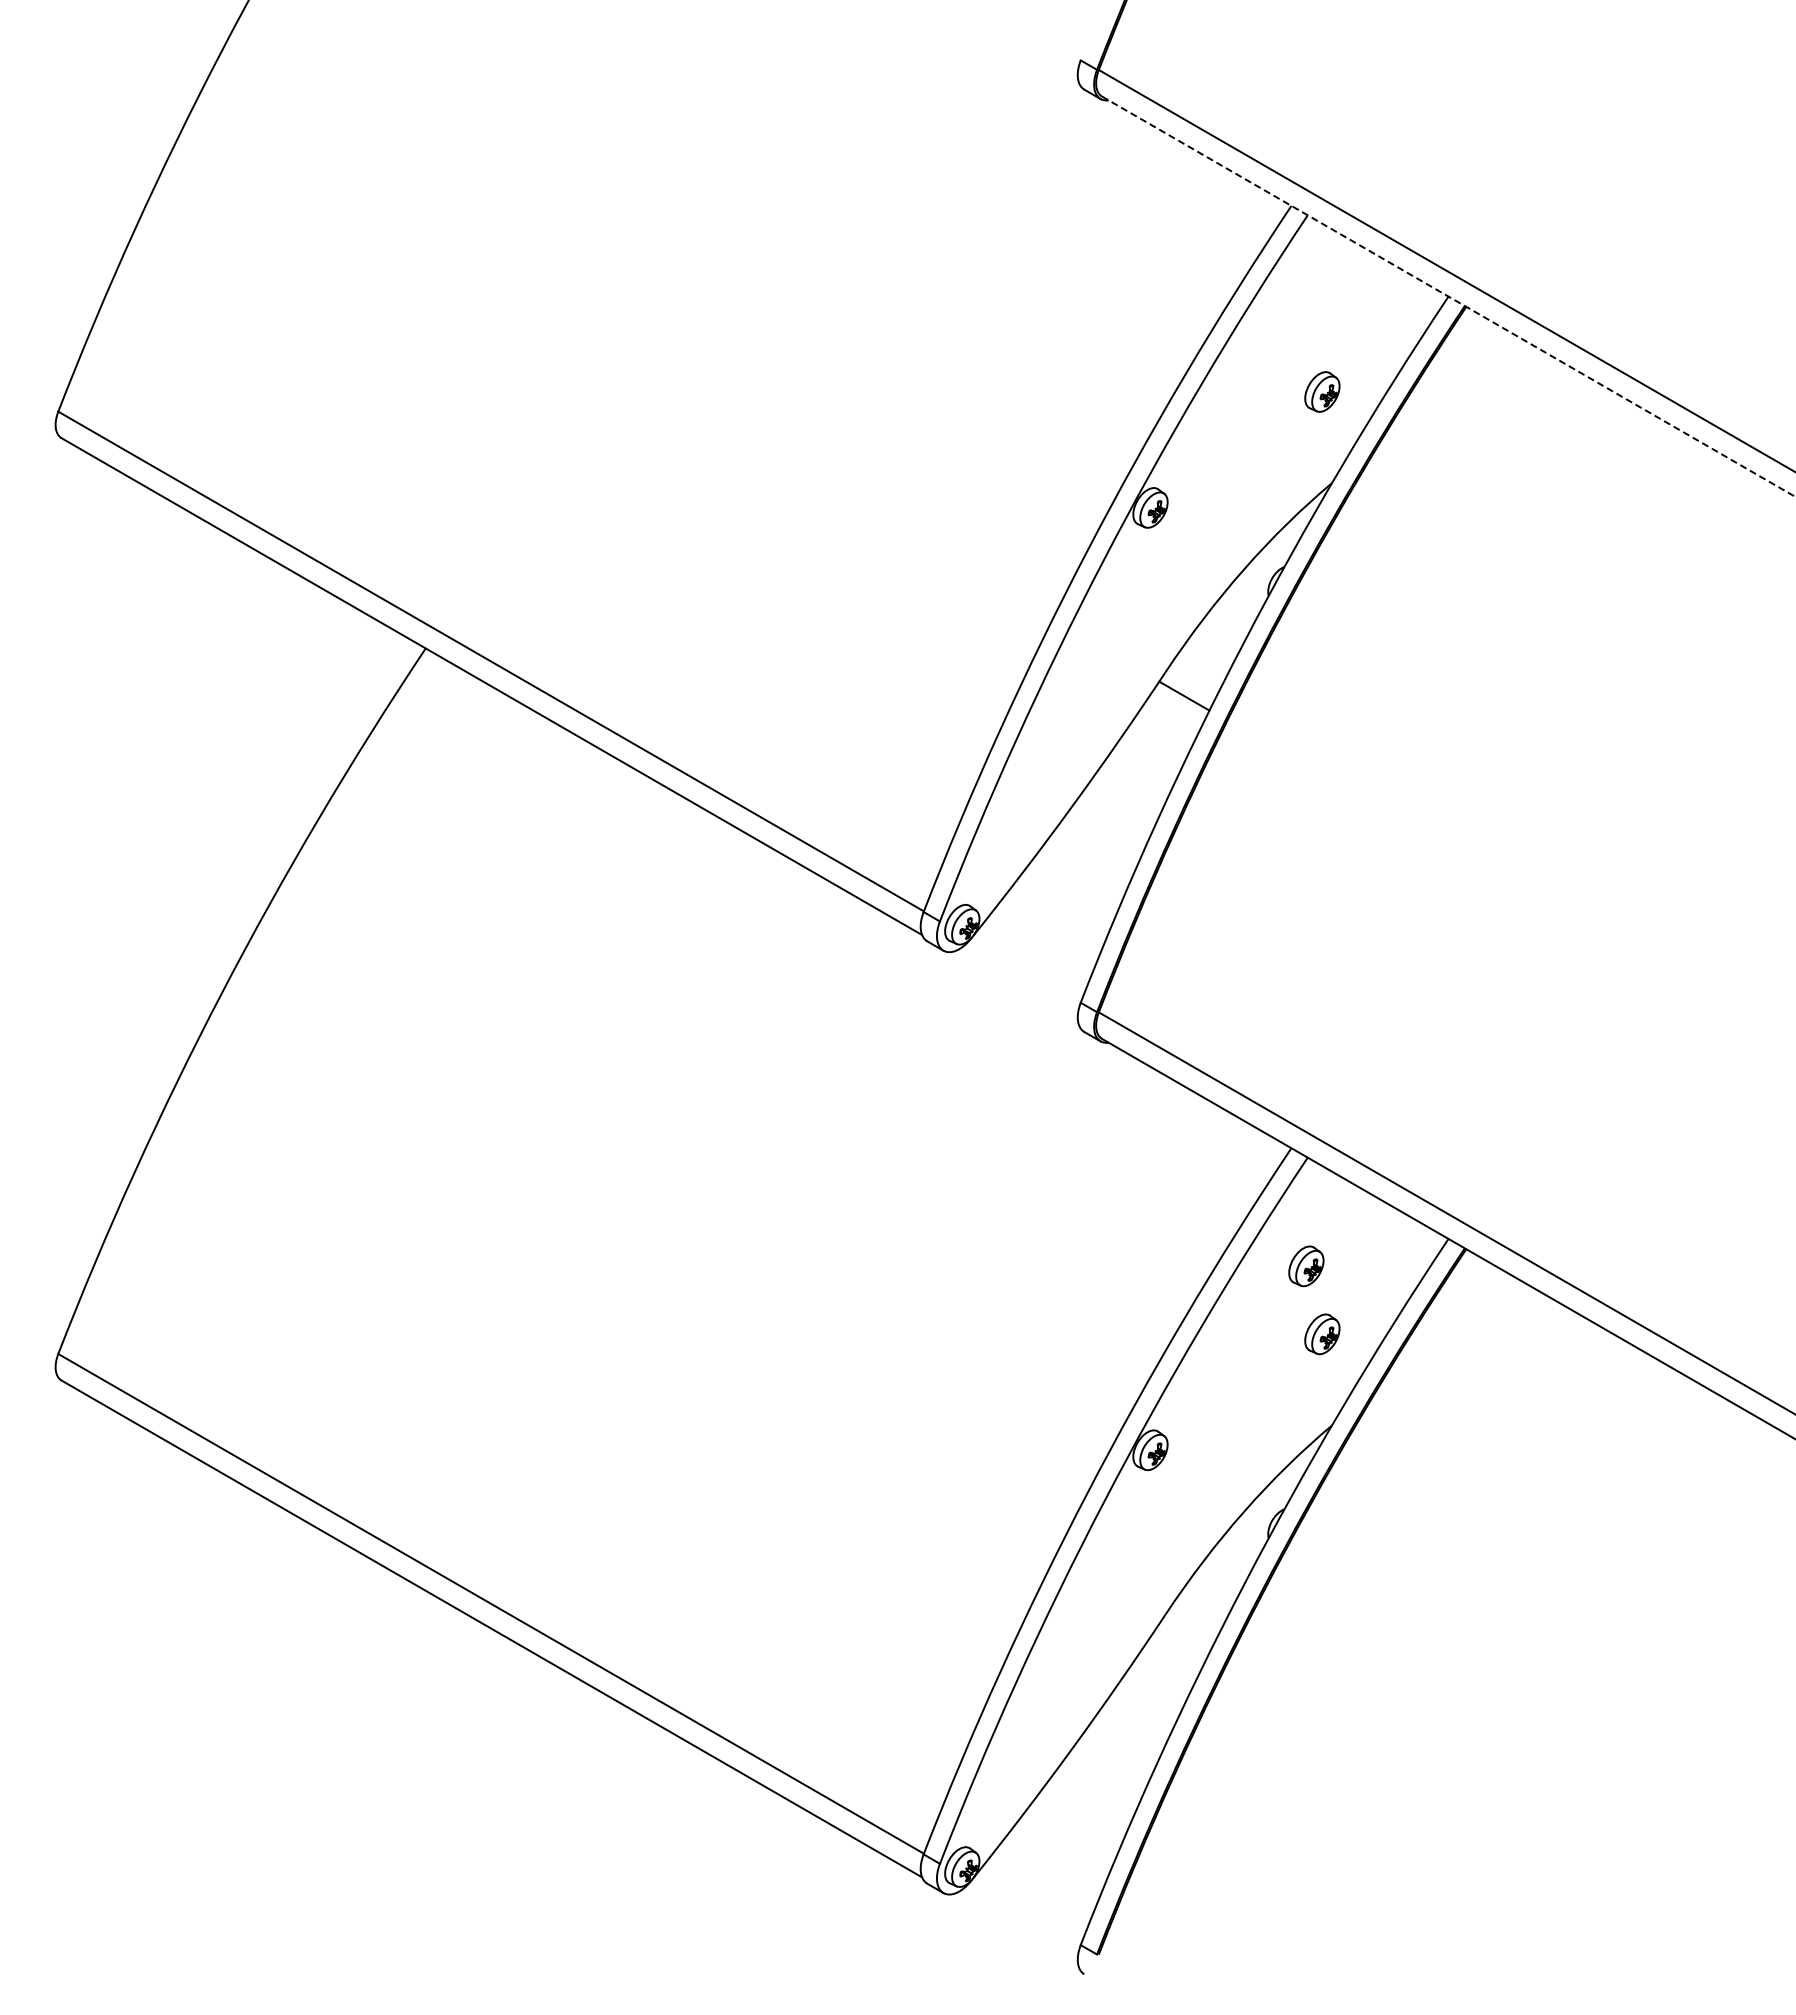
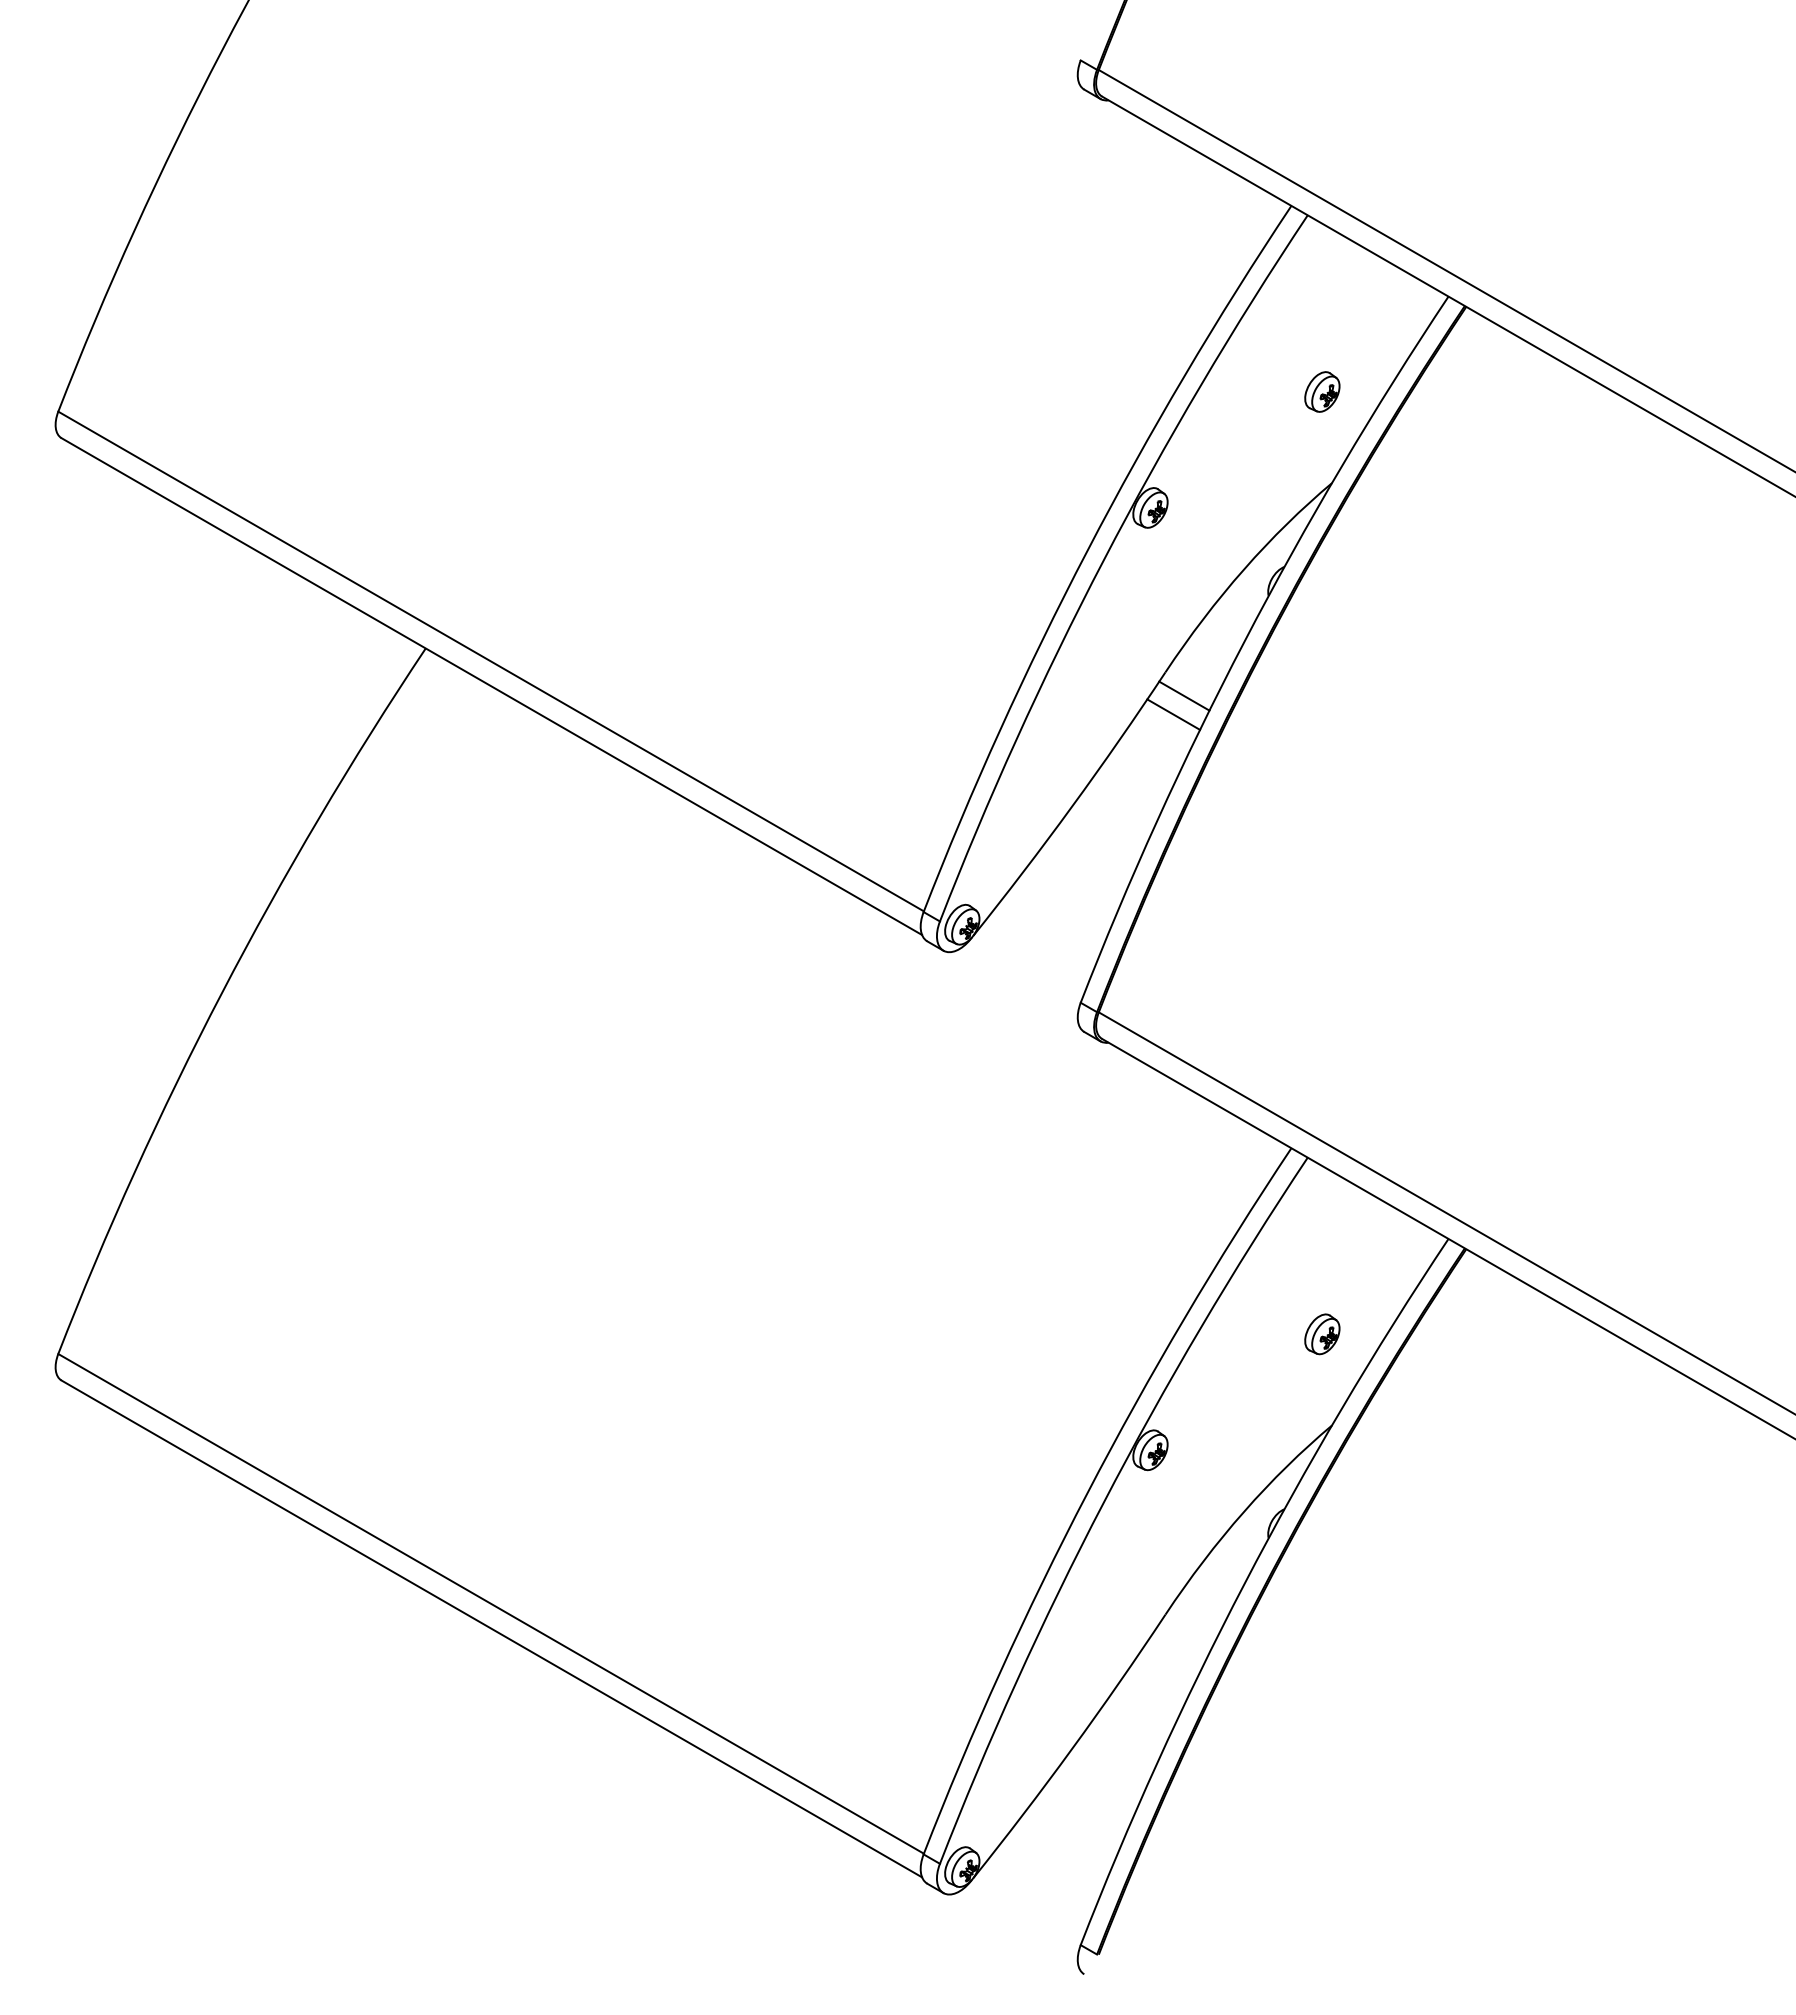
line at (1449, 297): dashed -> solid
line at (1173, 714): none -> present
part at (1306, 1266): present -> none
